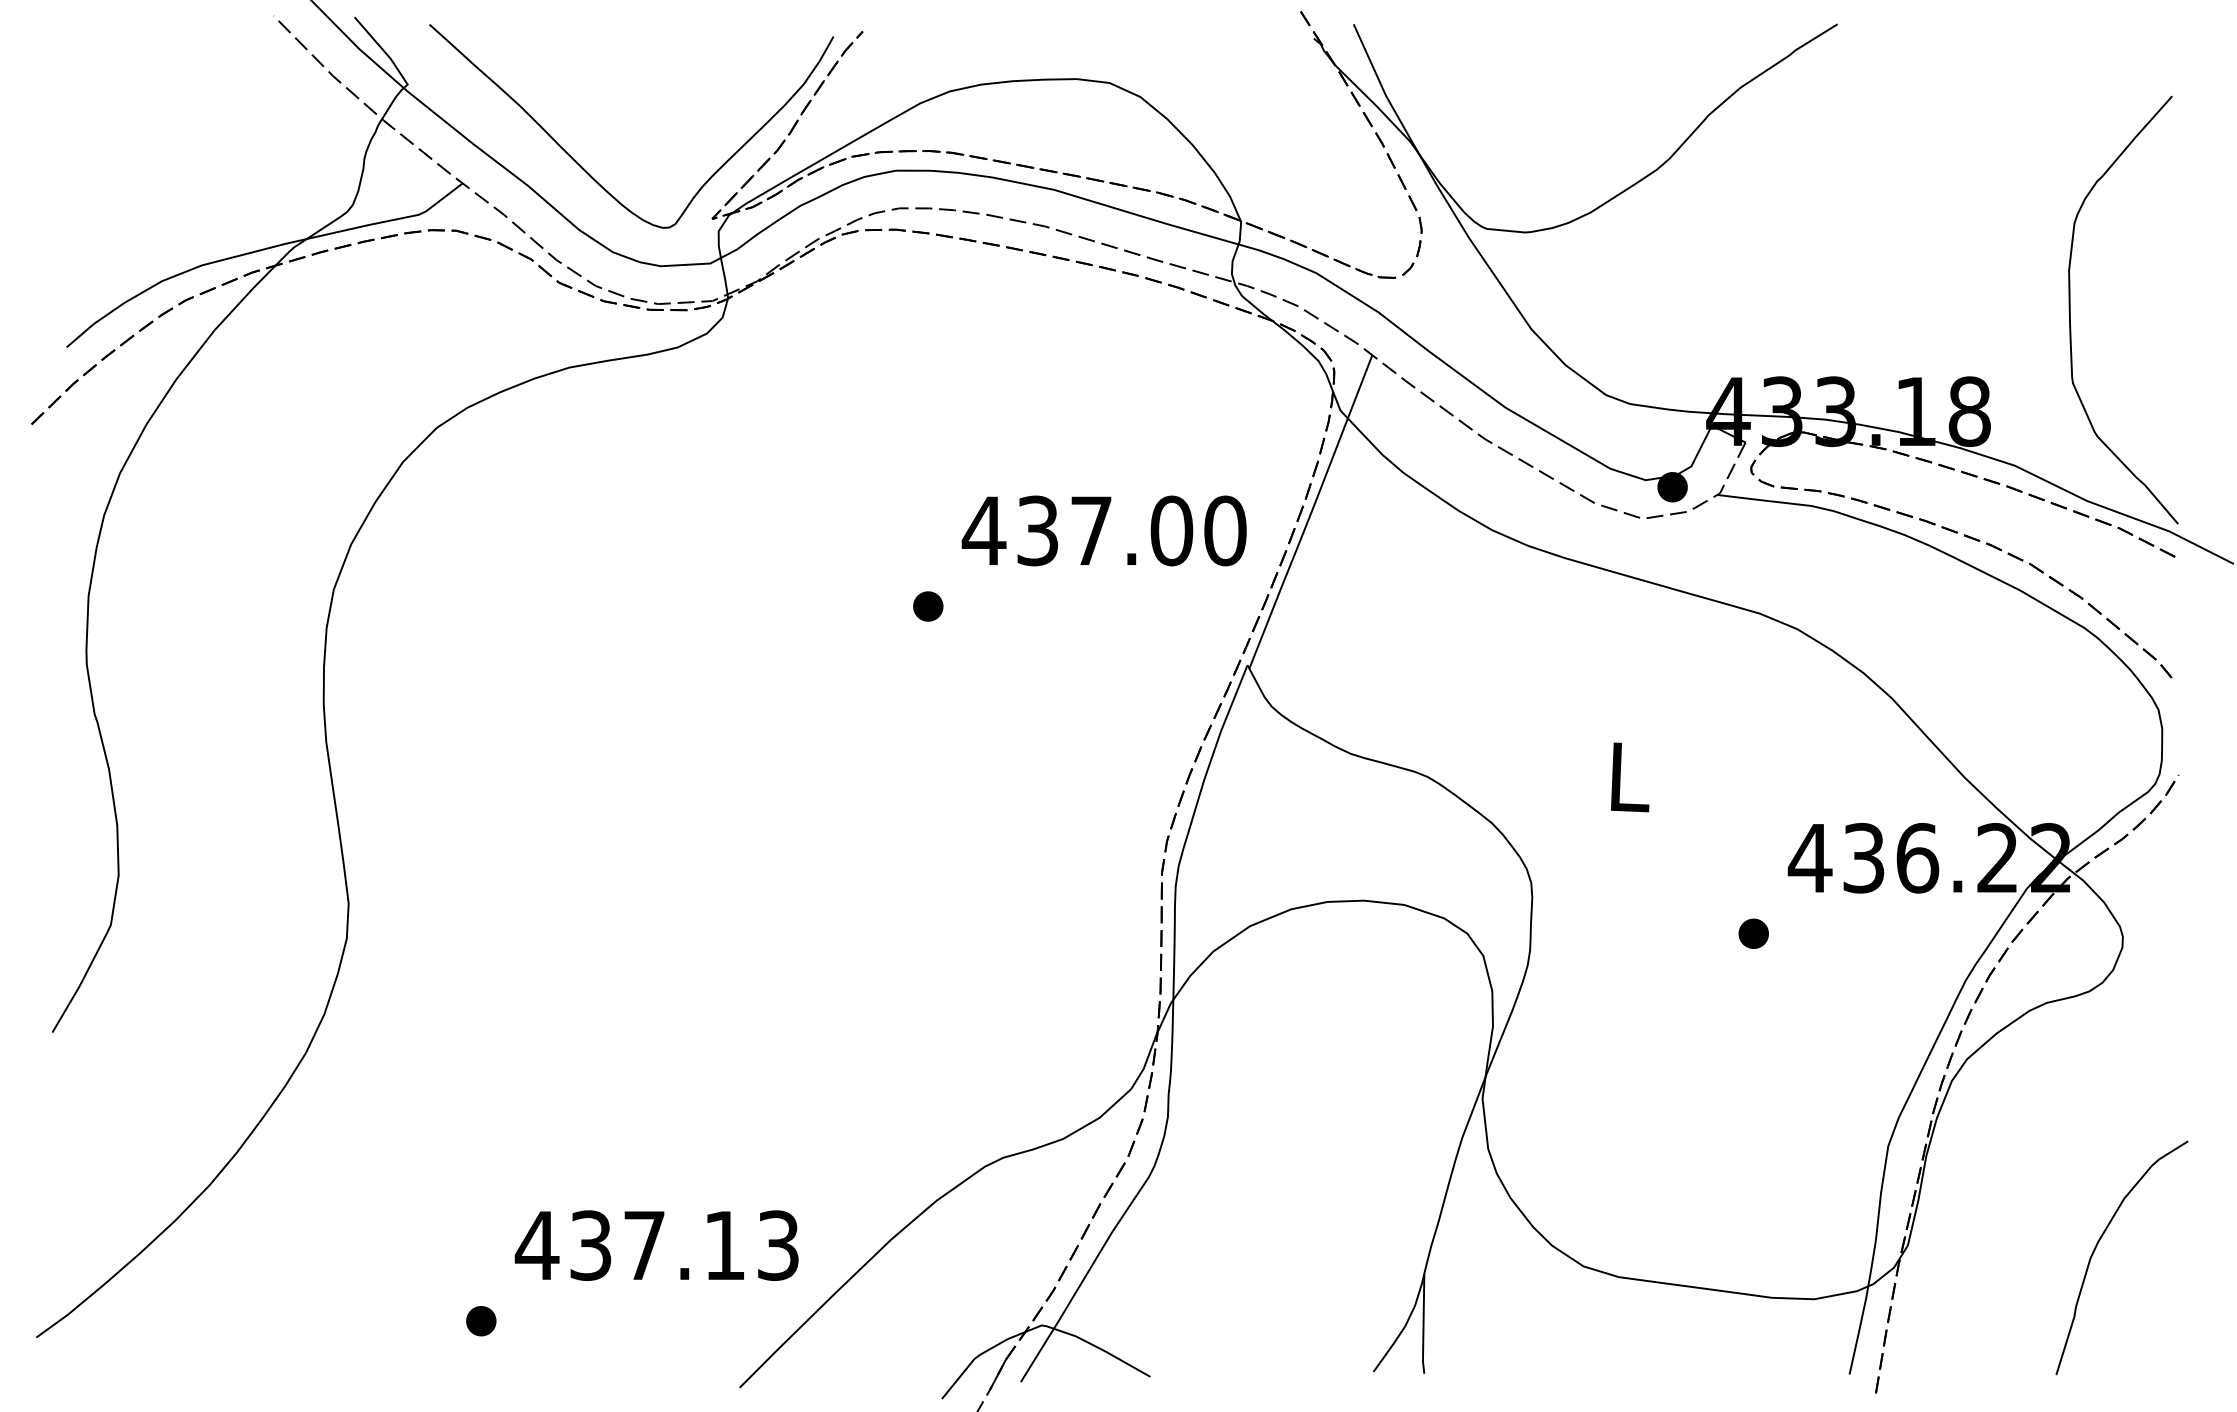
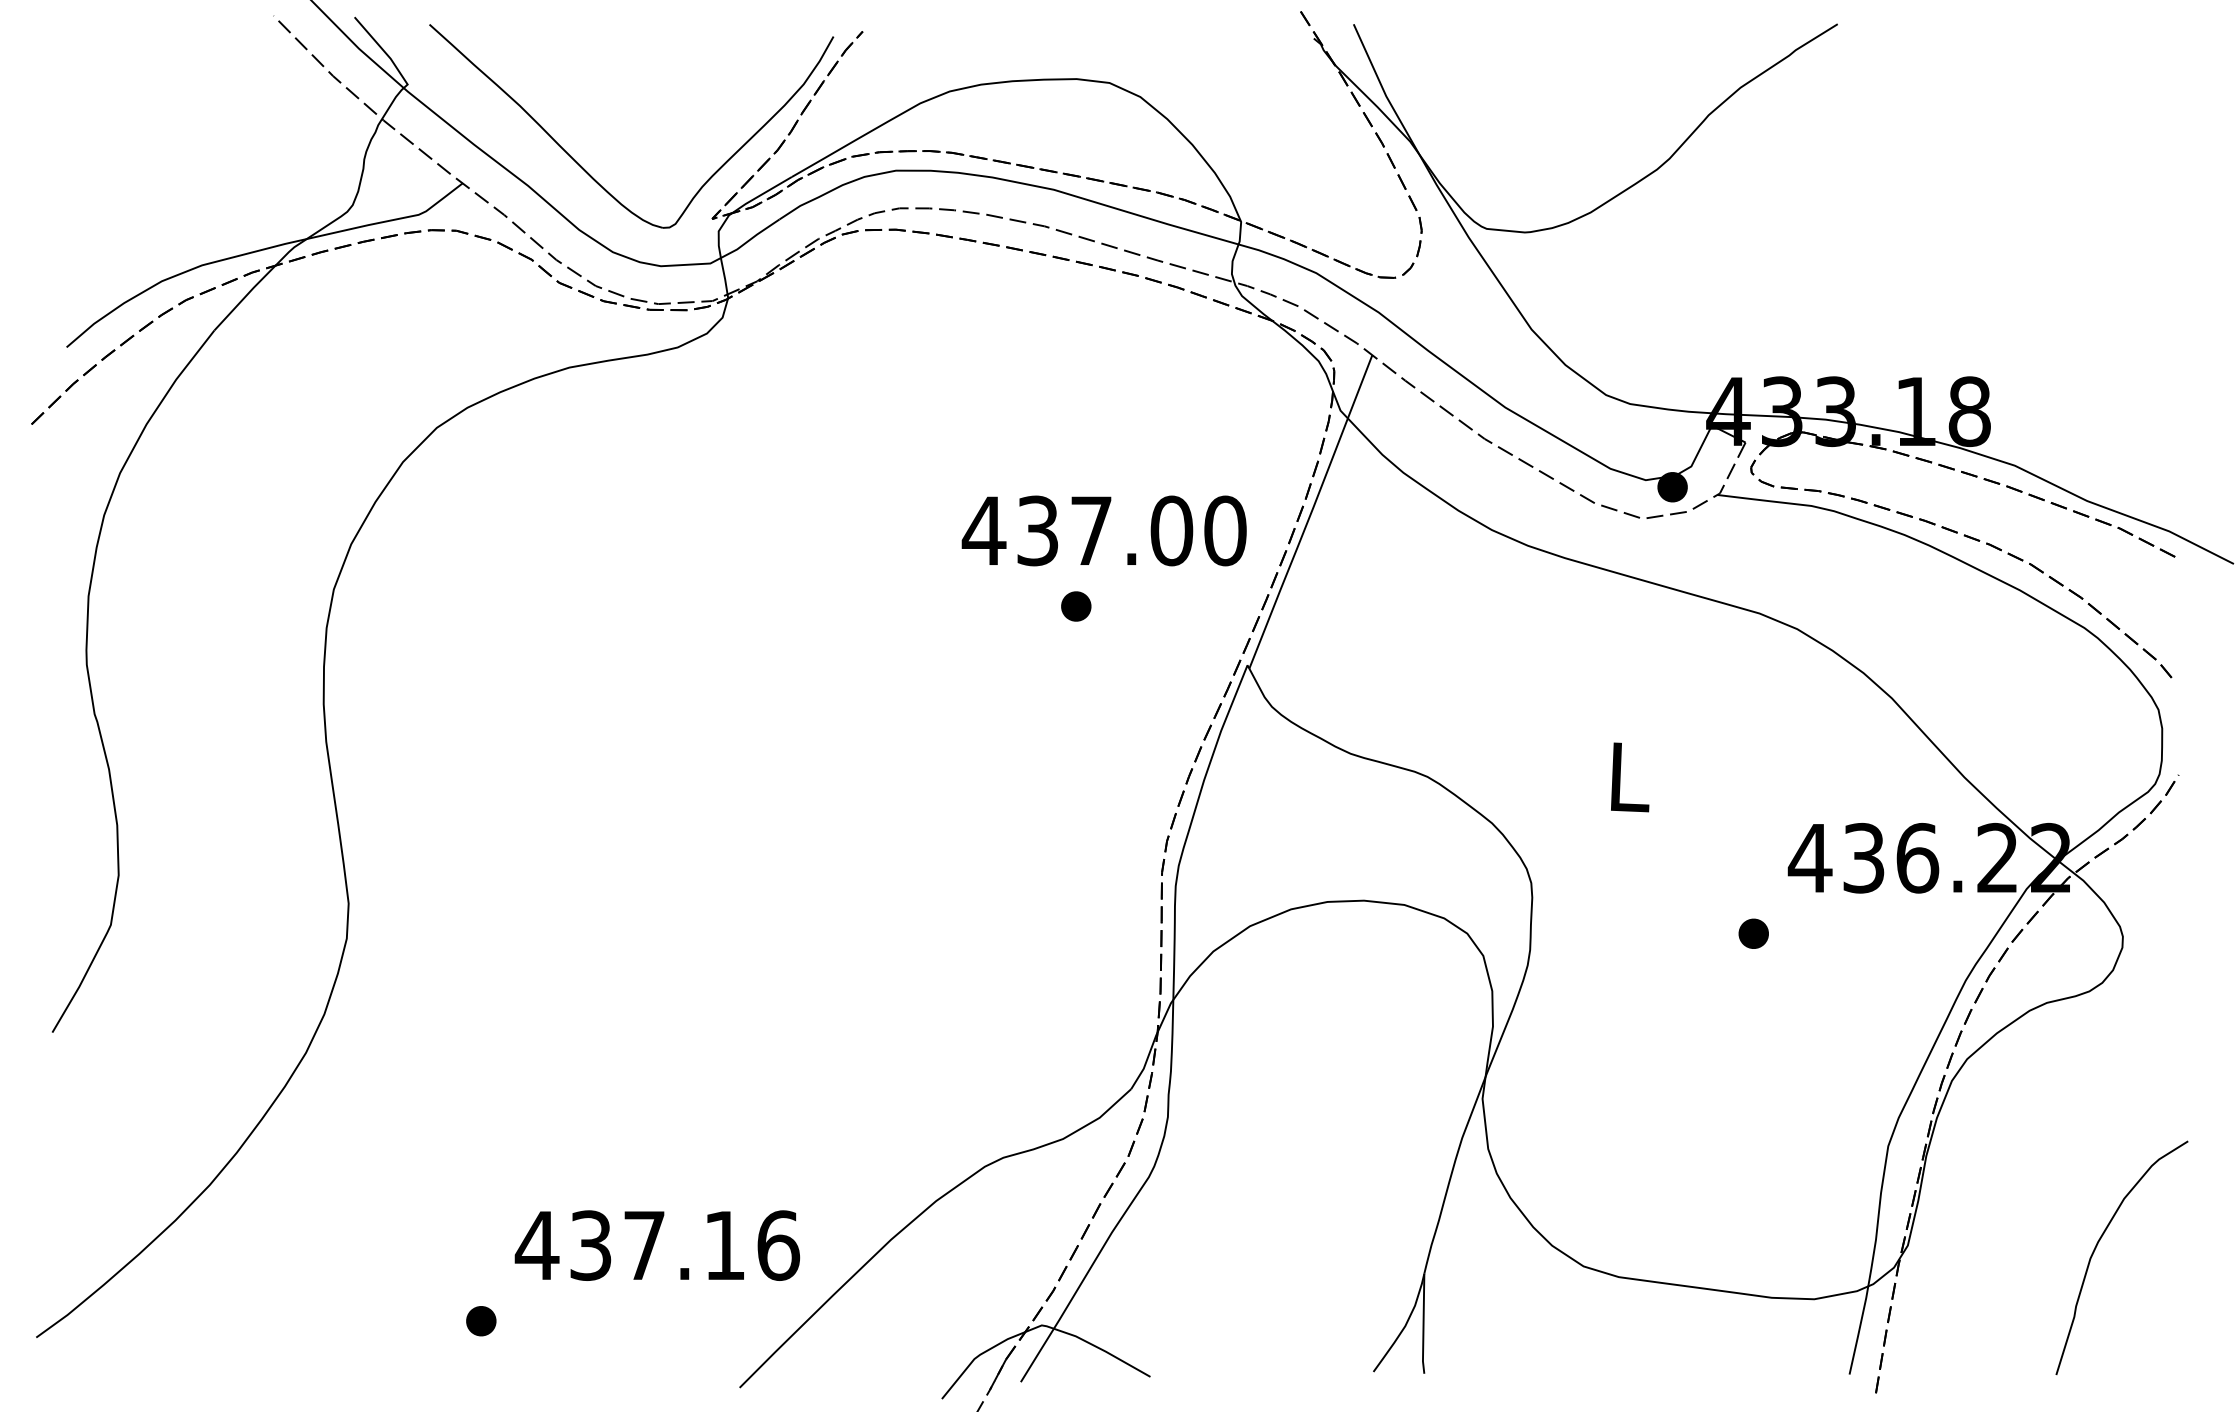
curve at (2070, 309): present -> none
part at (928, 606) position: (928, 606) -> (1076, 606)
text at (778, 1245): 437.13 -> 437.16
